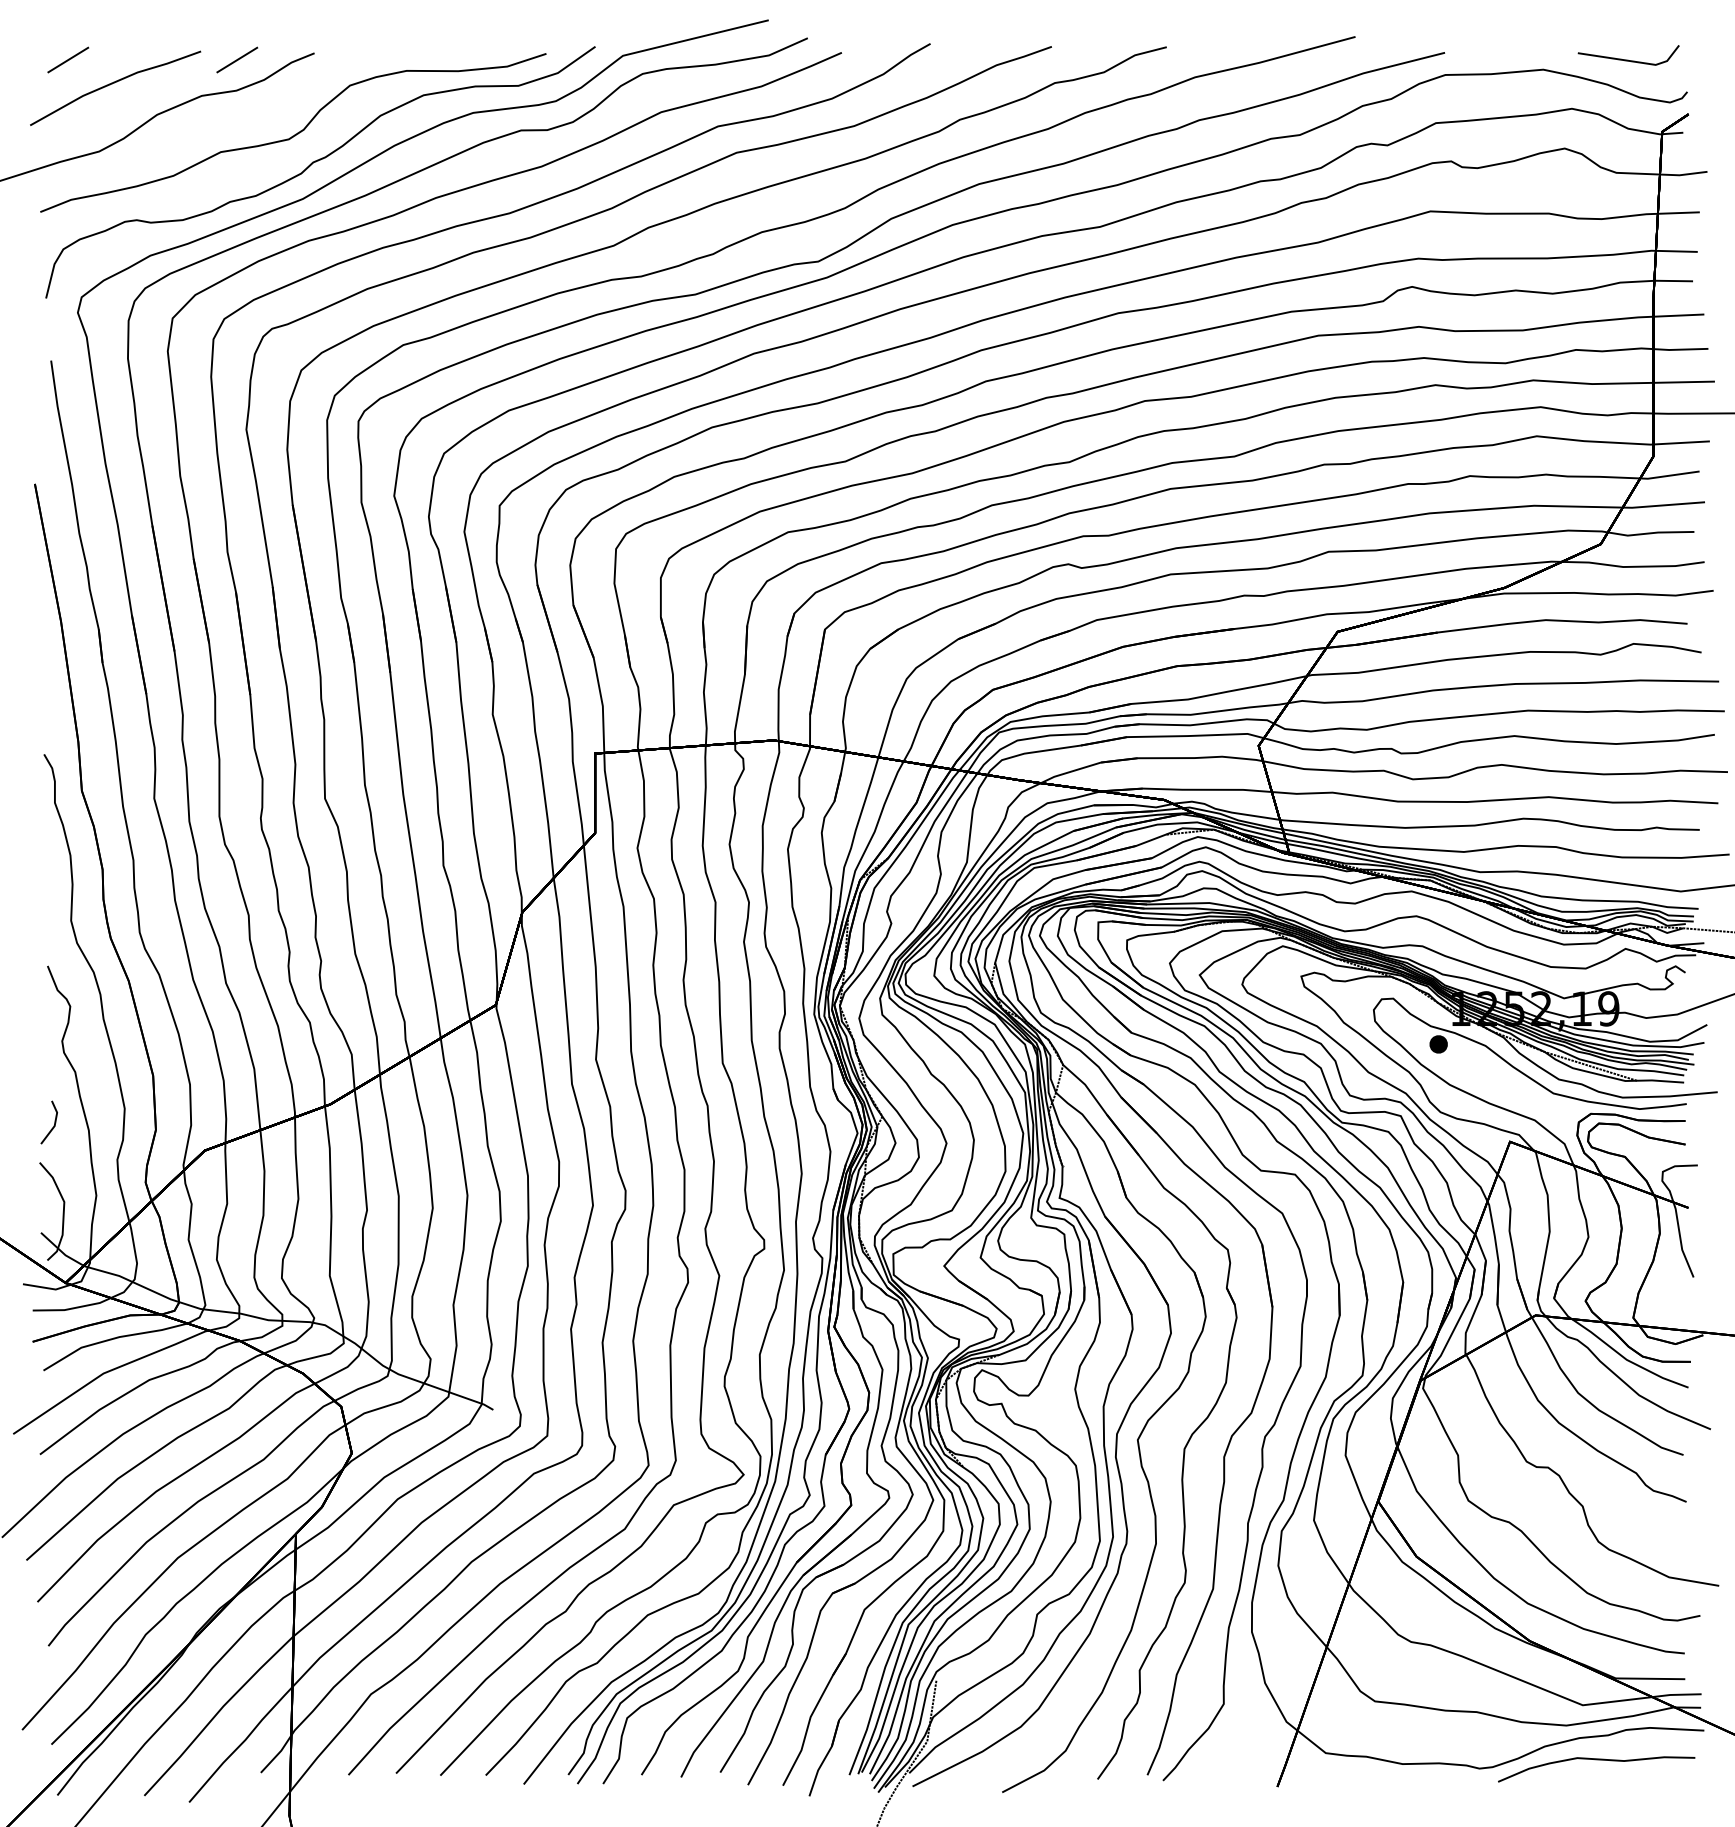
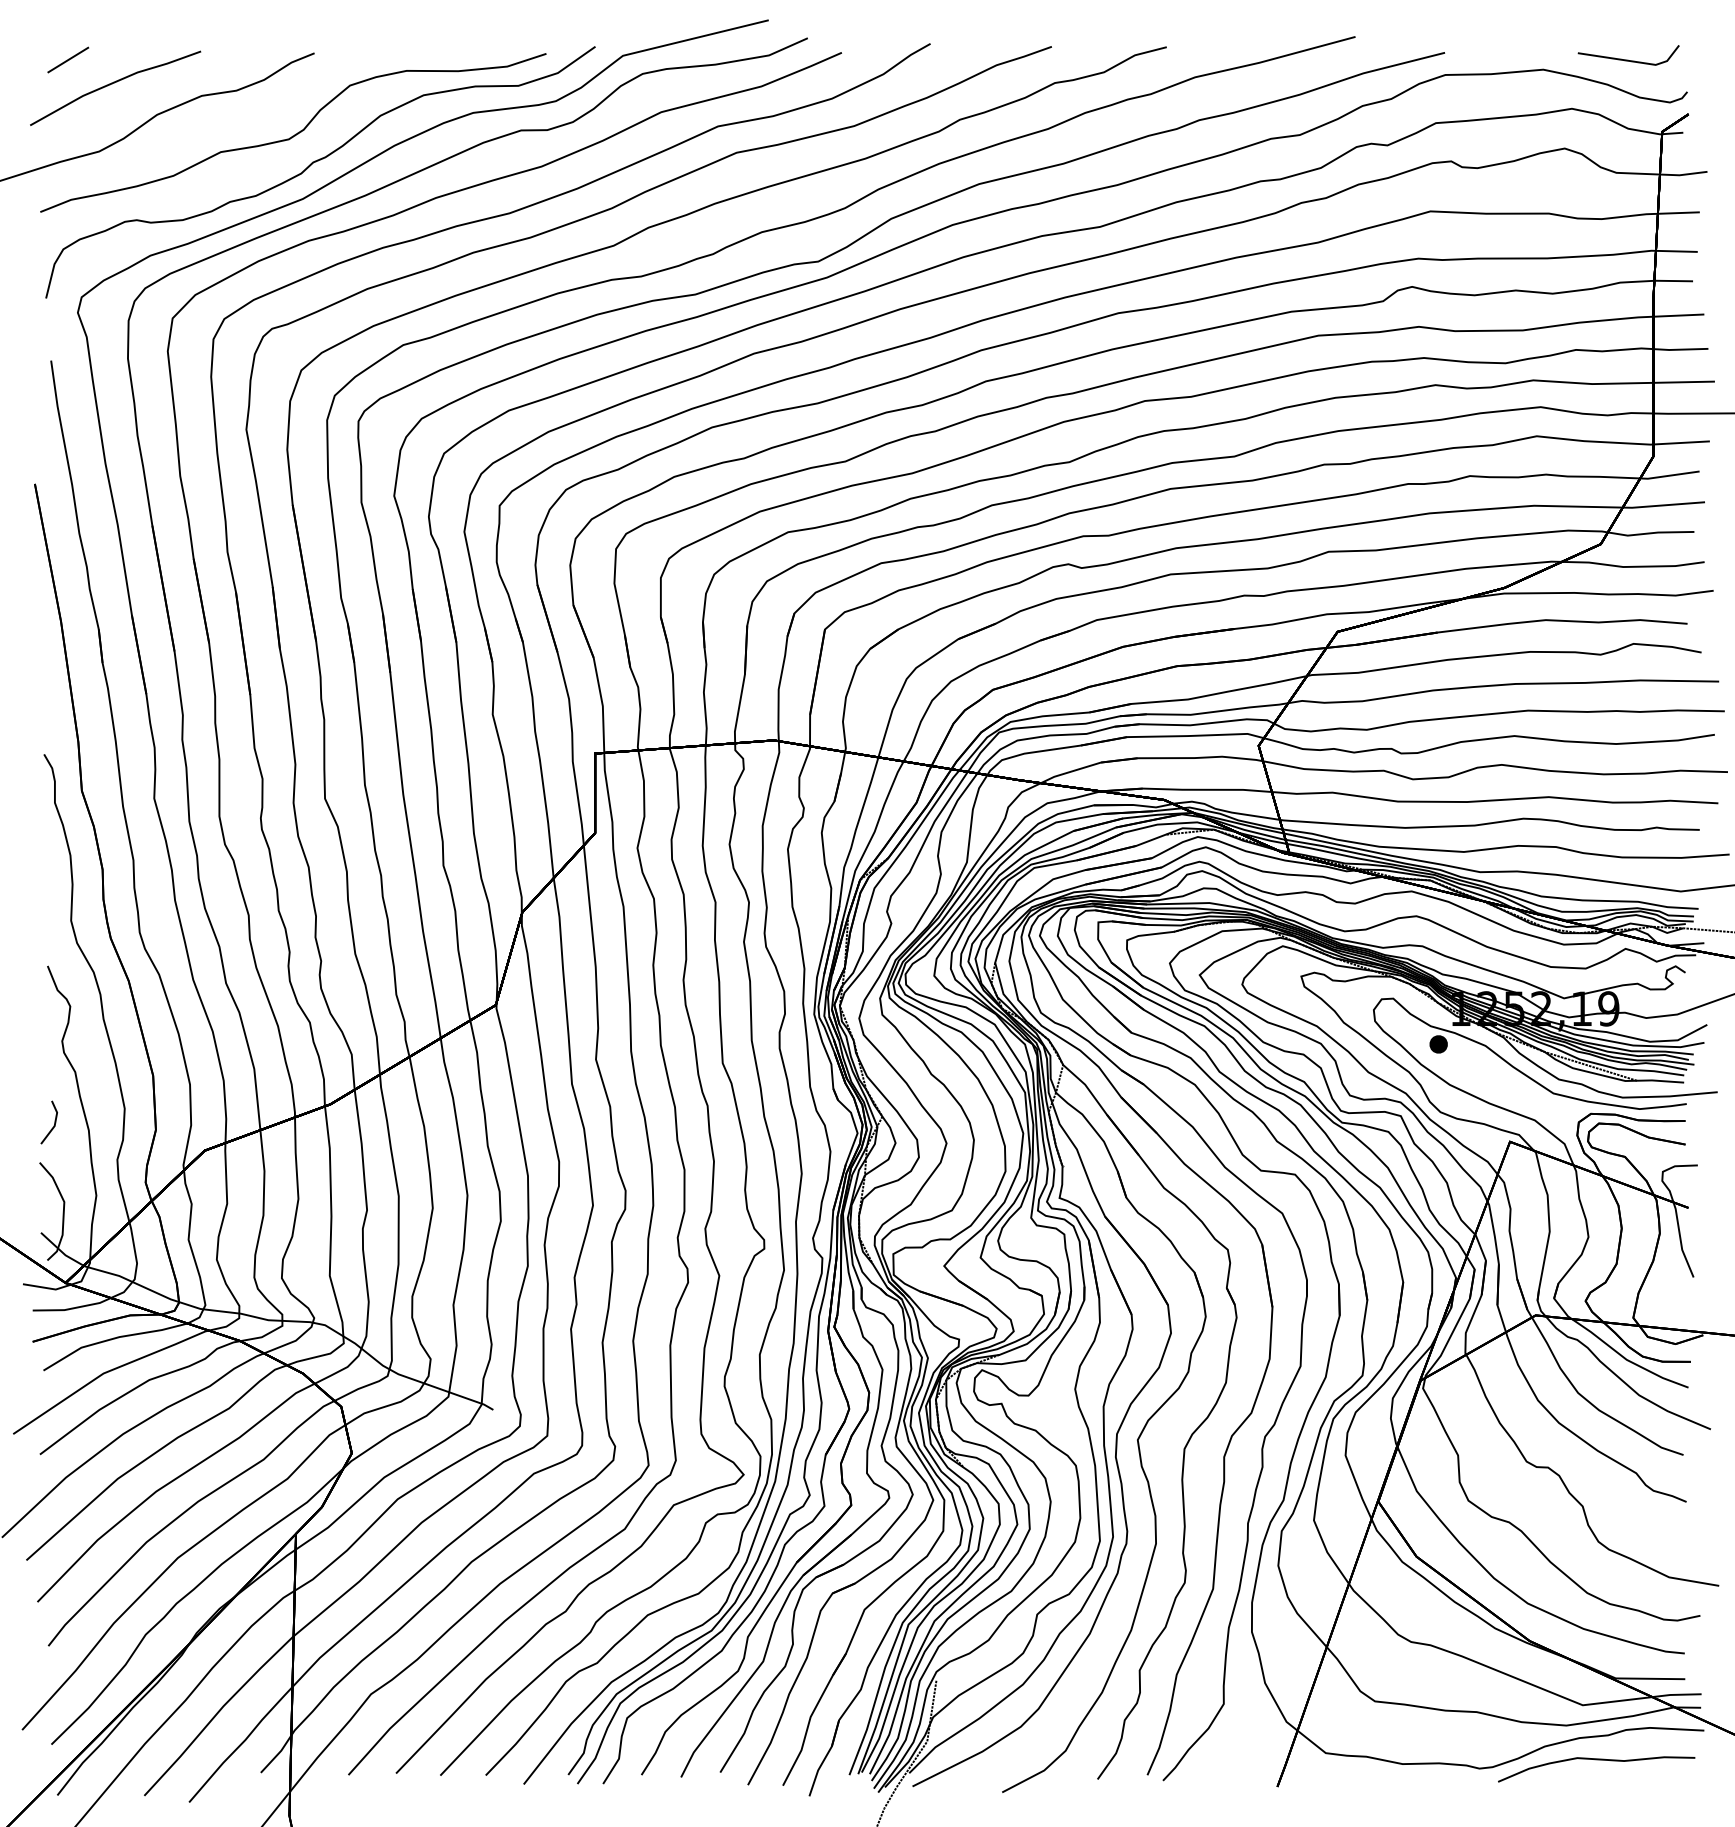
line at (237, 59): present -> none
